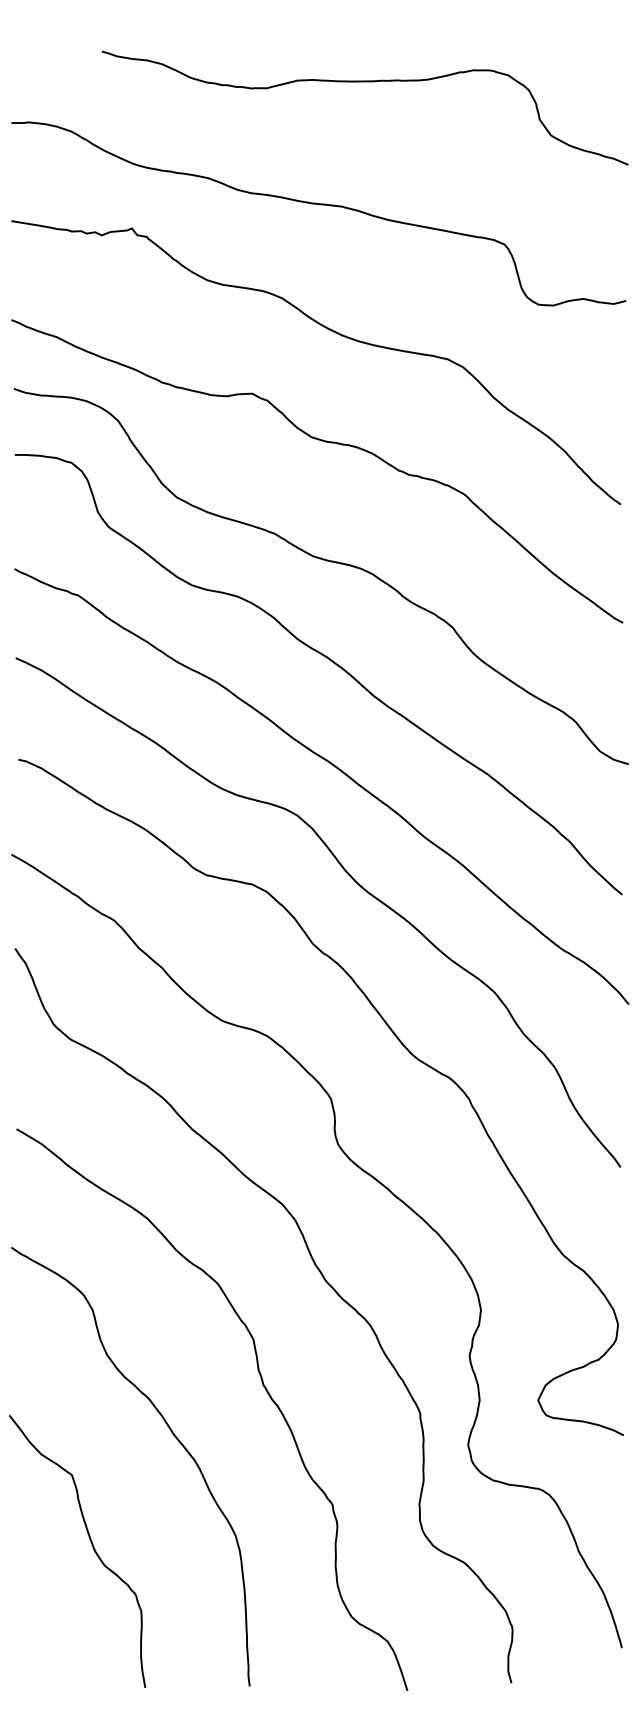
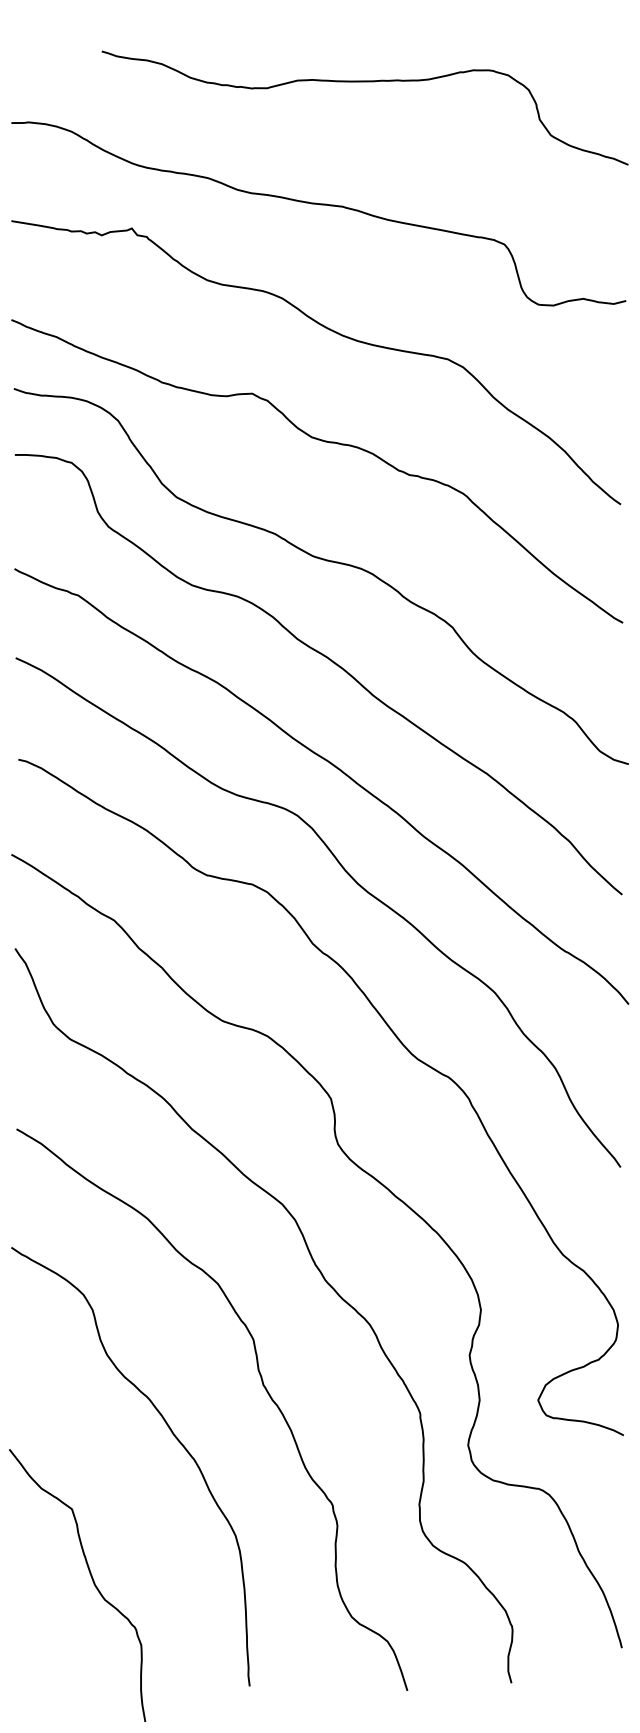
curve at (91, 1545) position: (91, 1545) -> (91, 1579)
